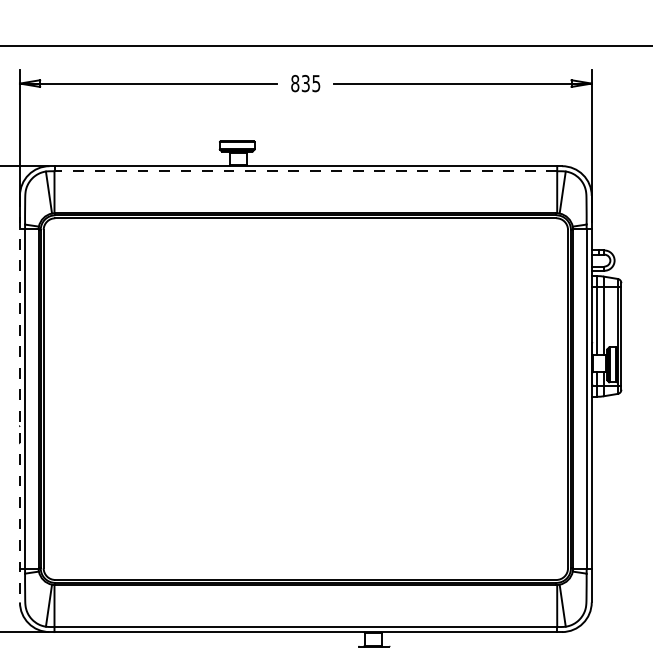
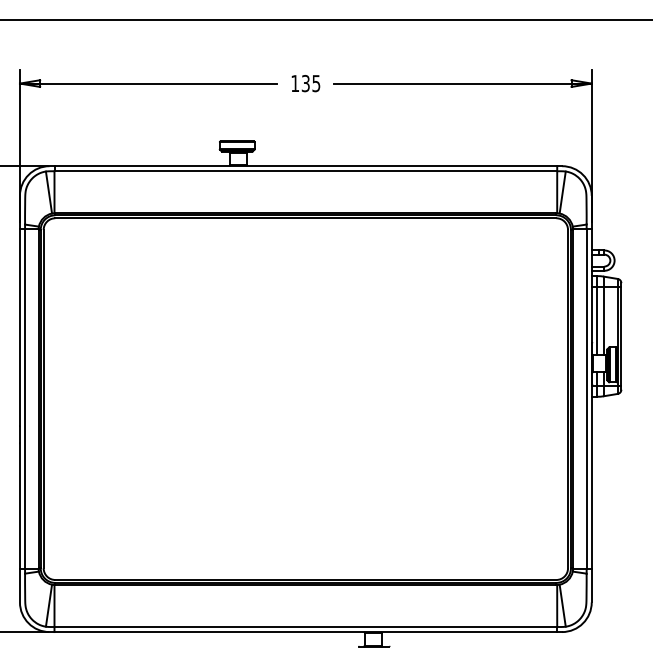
line at (325, 46) position: (325, 46) -> (325, 20)
text at (295, 83): 835 -> 135
line at (305, 171): dashed -> solid
line at (19, 399): dashed -> solid
